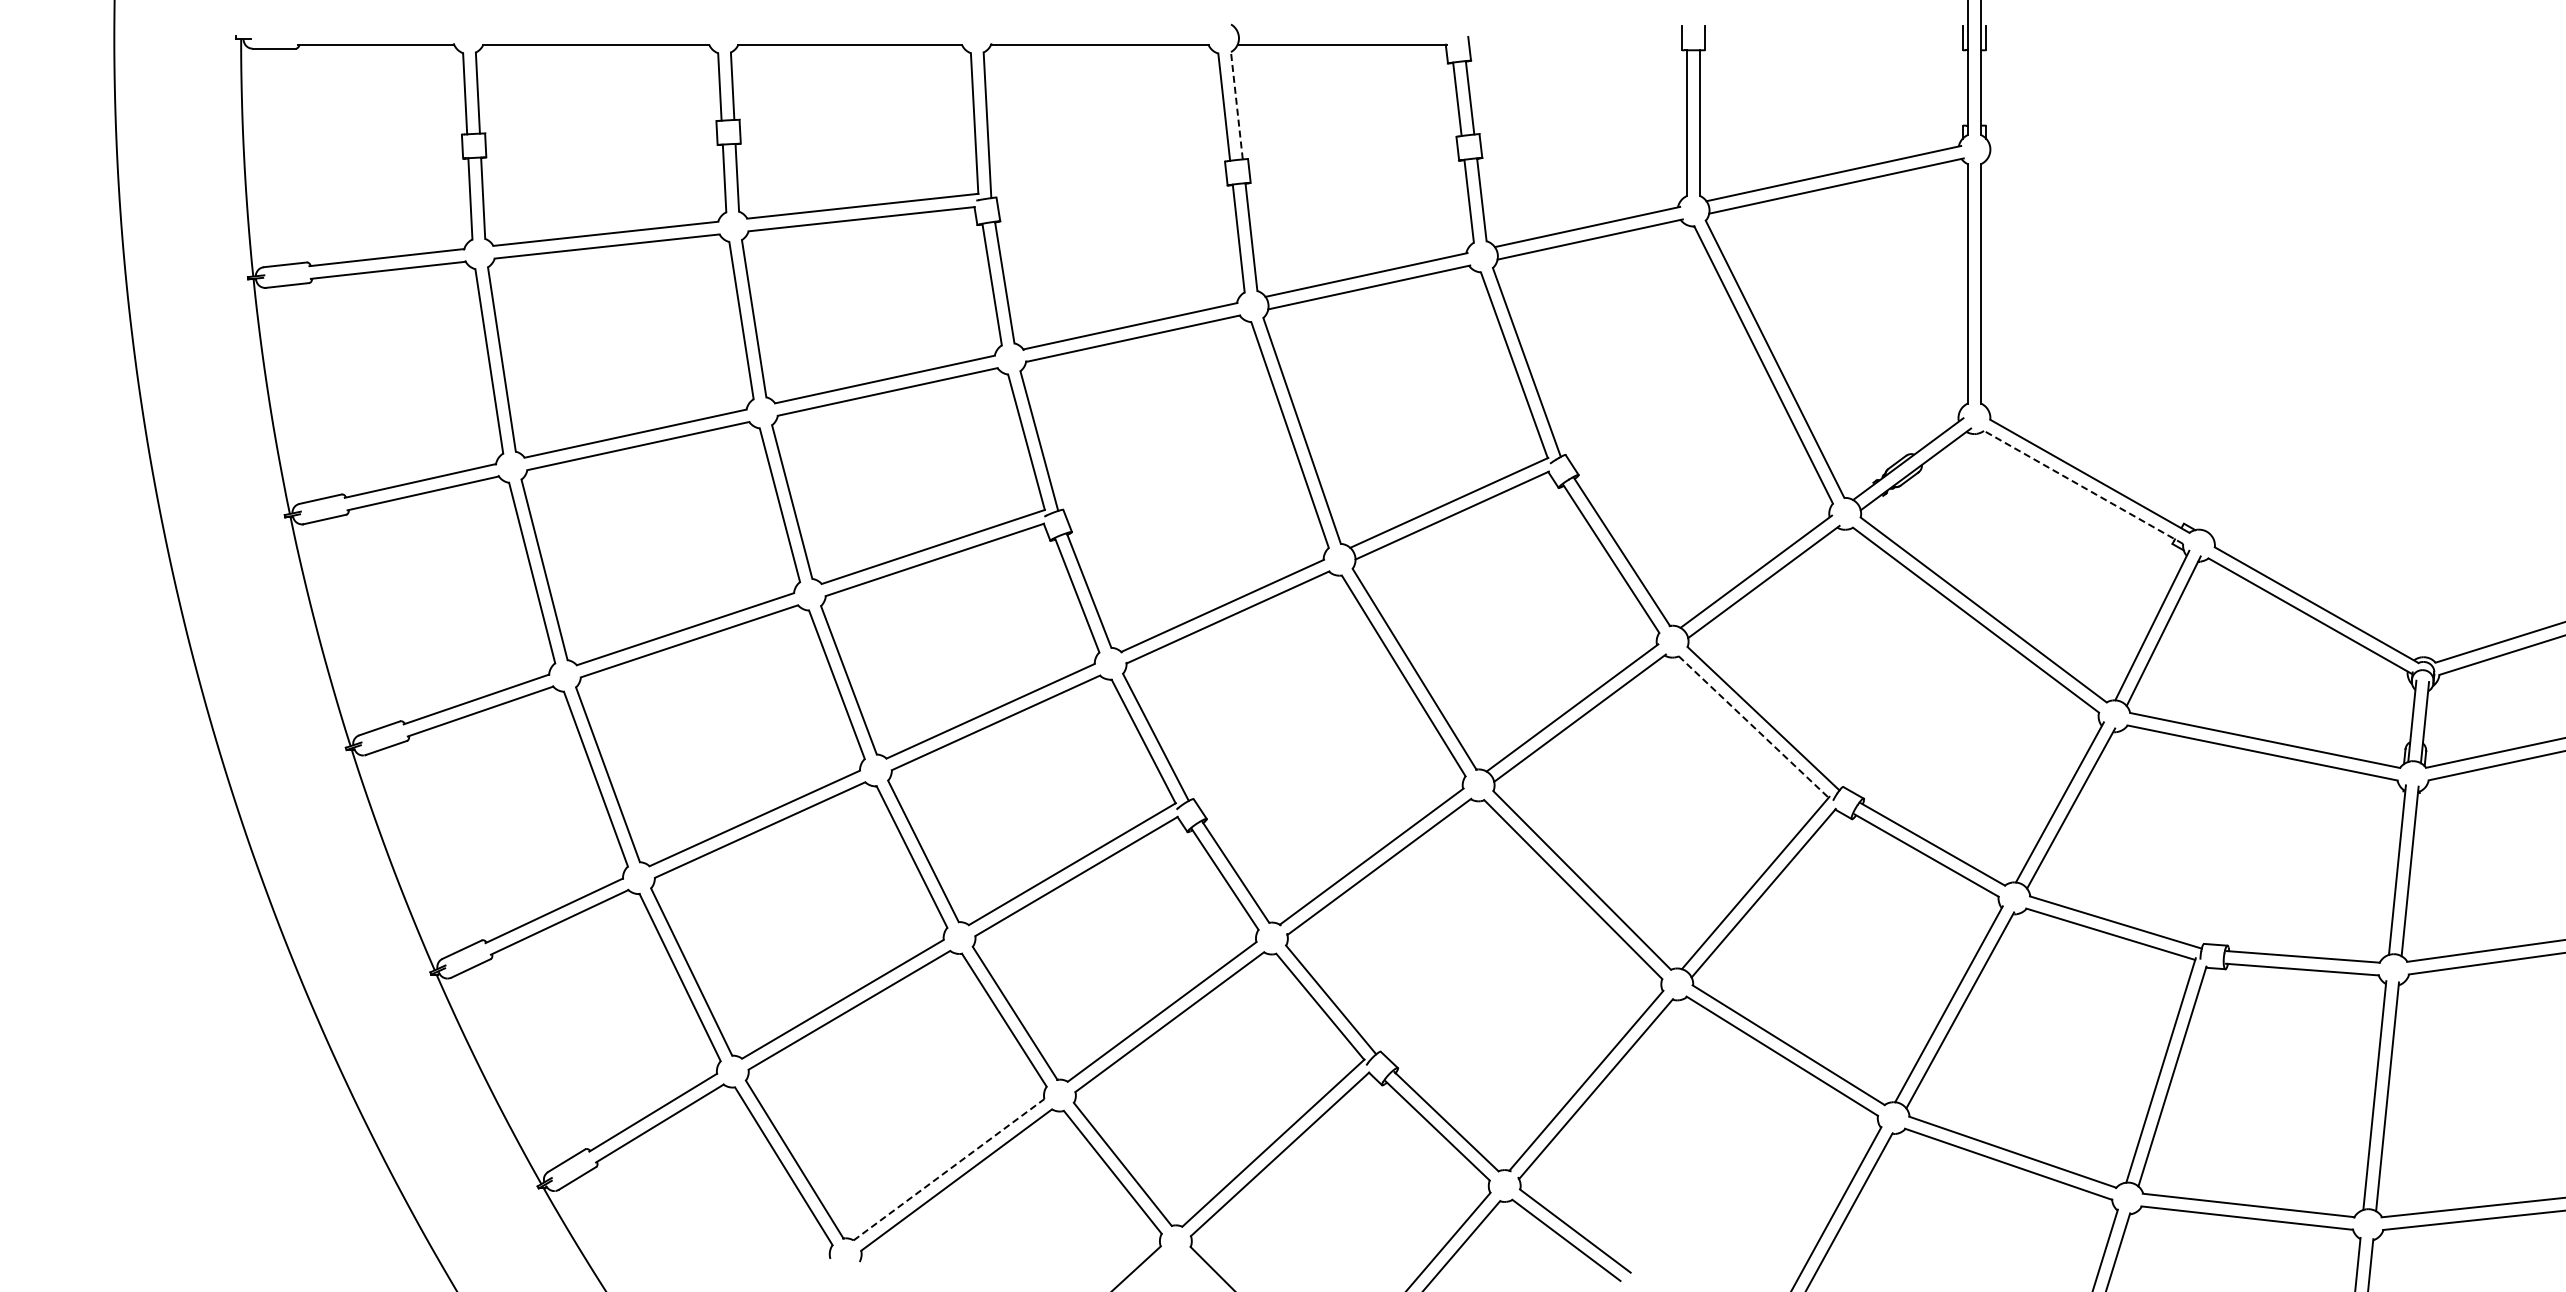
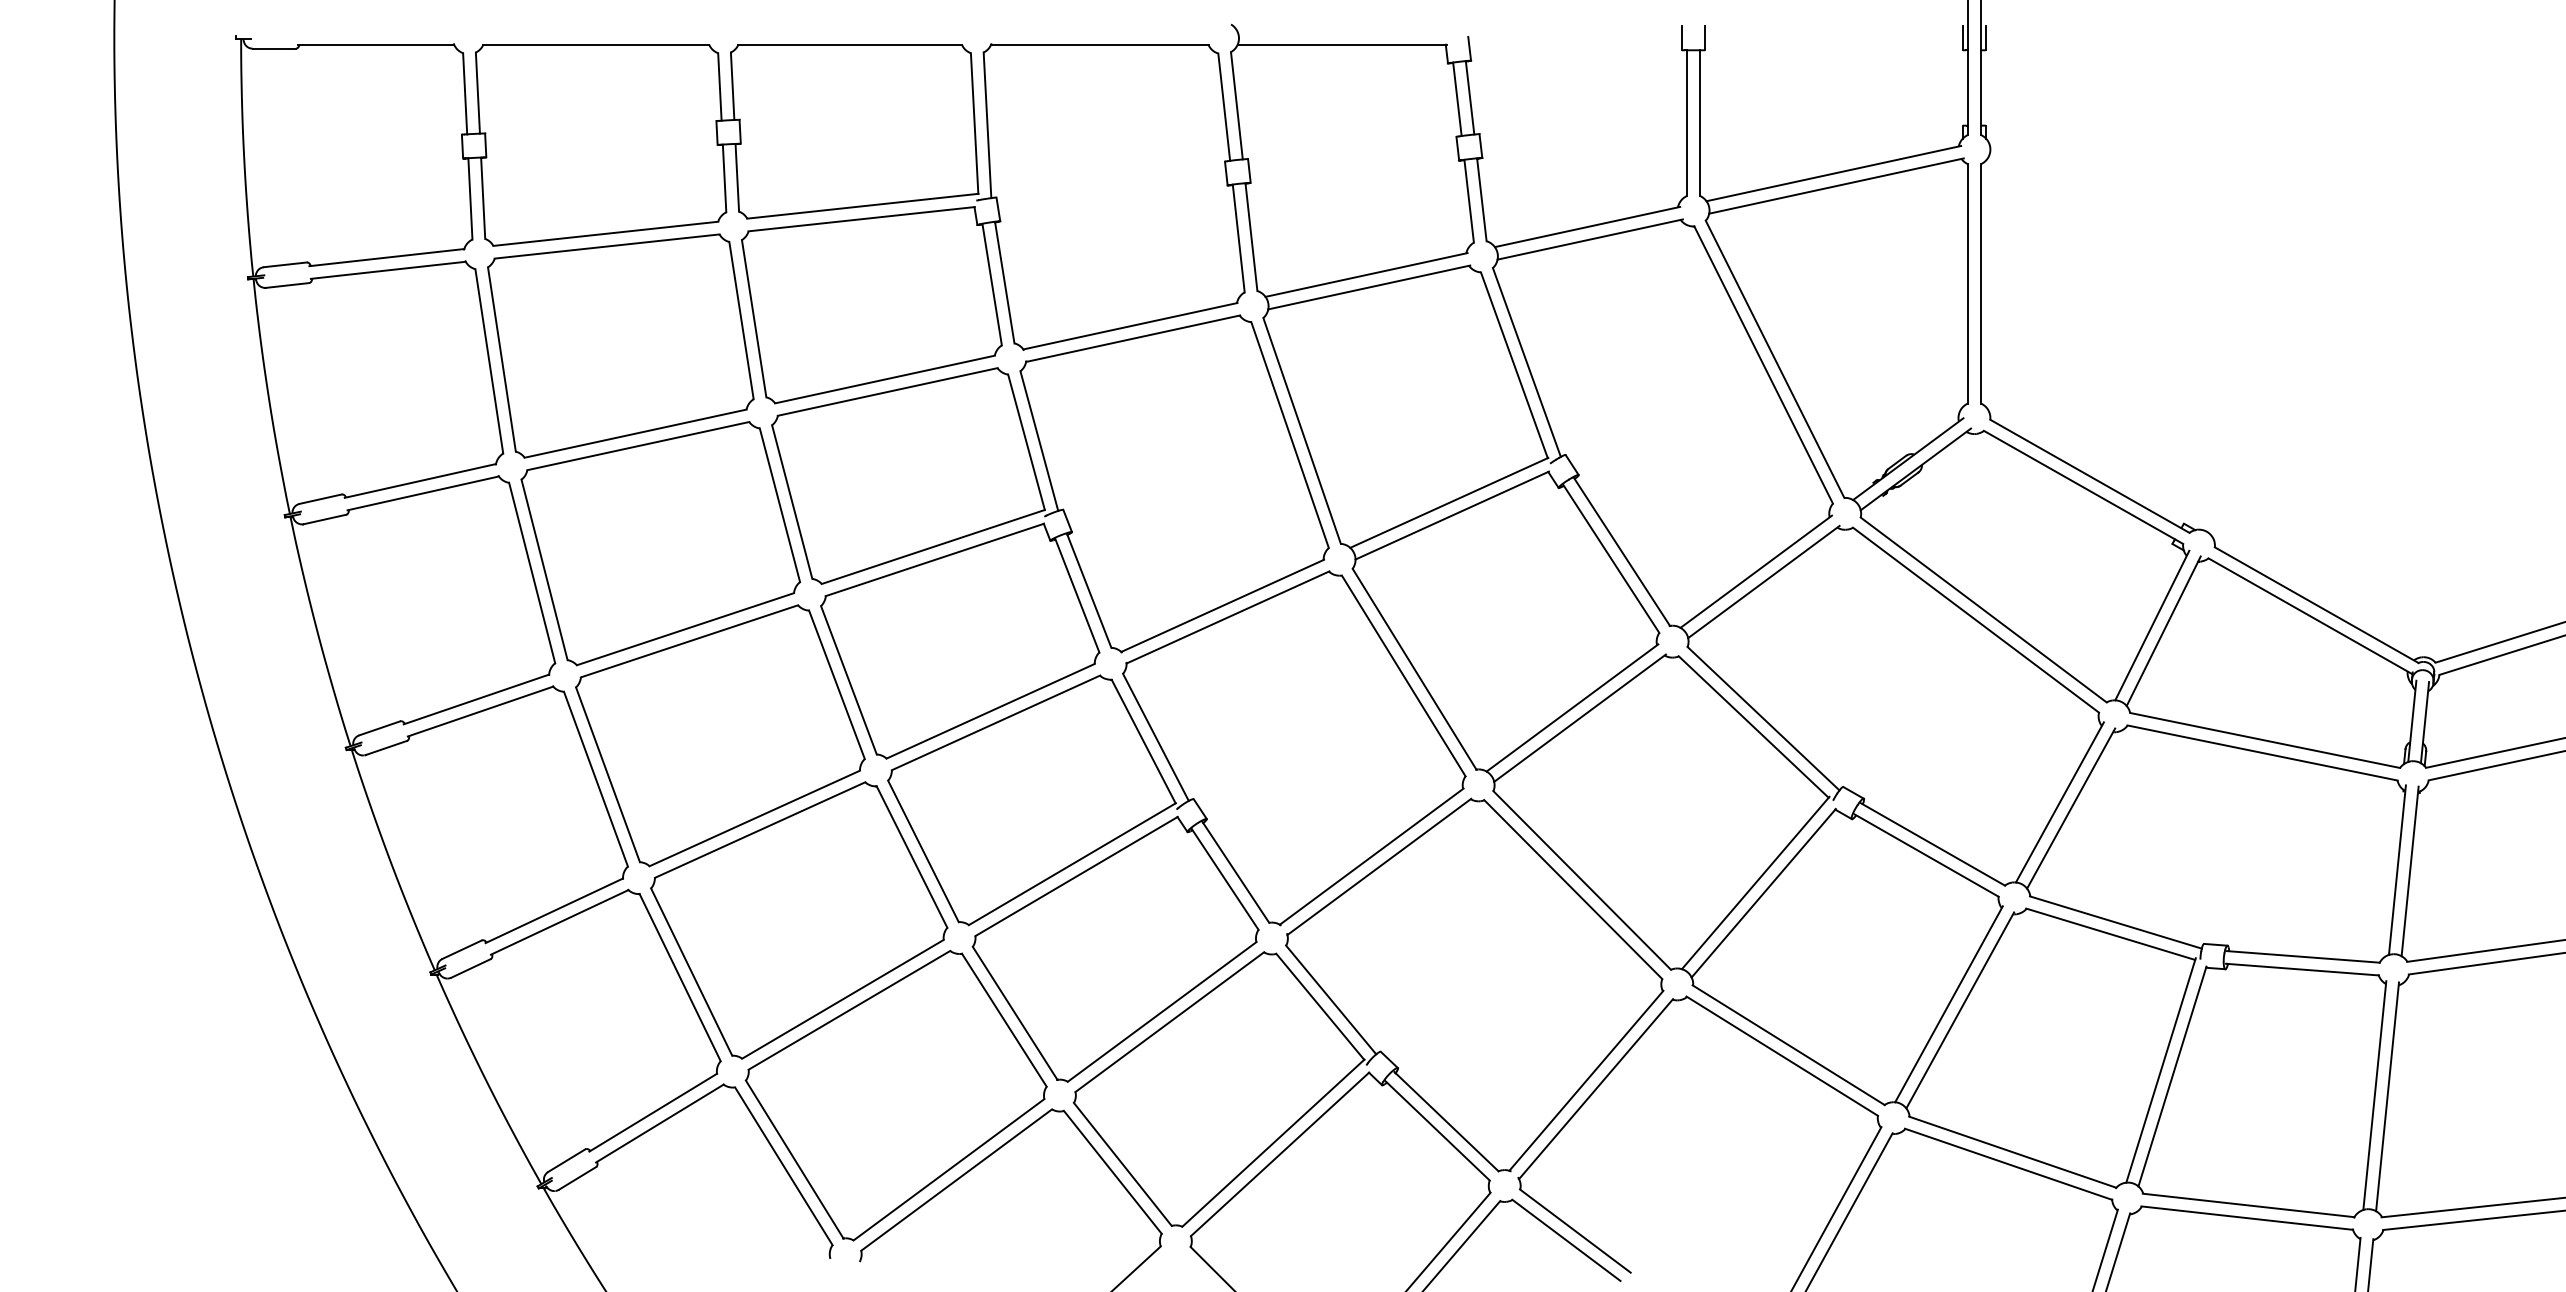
line at (1236, 105): dashed -> solid
line at (2083, 487): dashed -> solid
line at (1754, 727): dashed -> solid
line at (948, 1169): dashed -> solid
